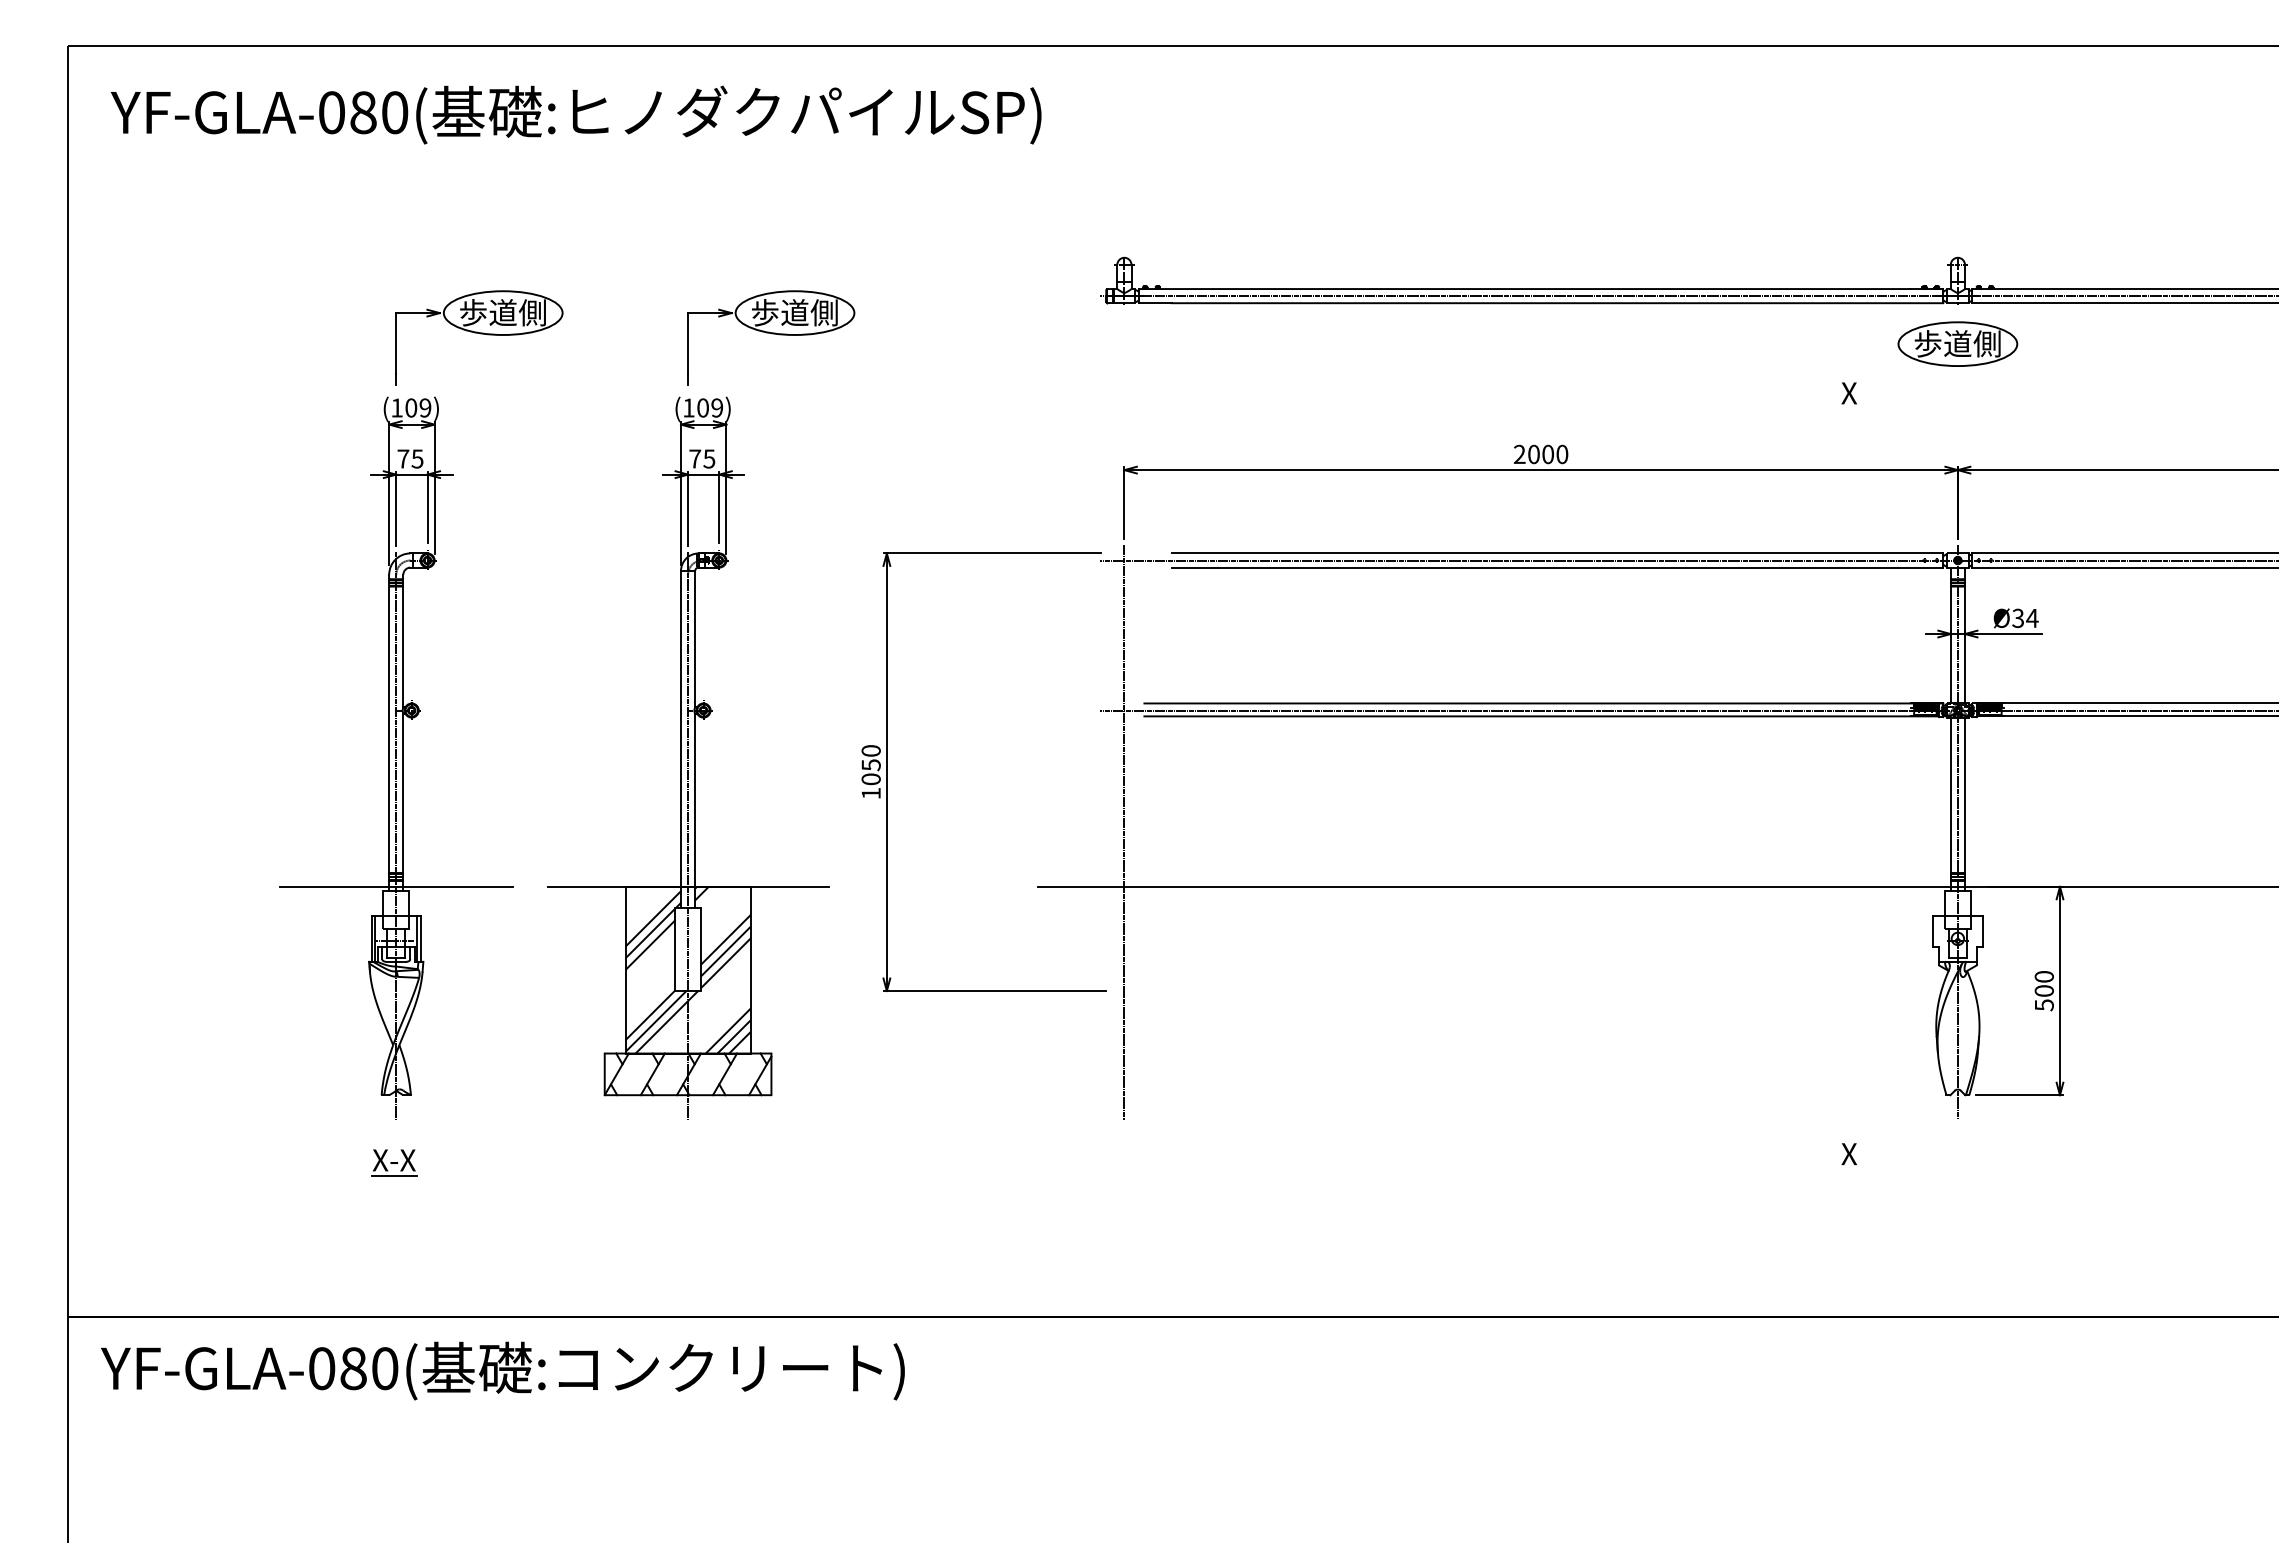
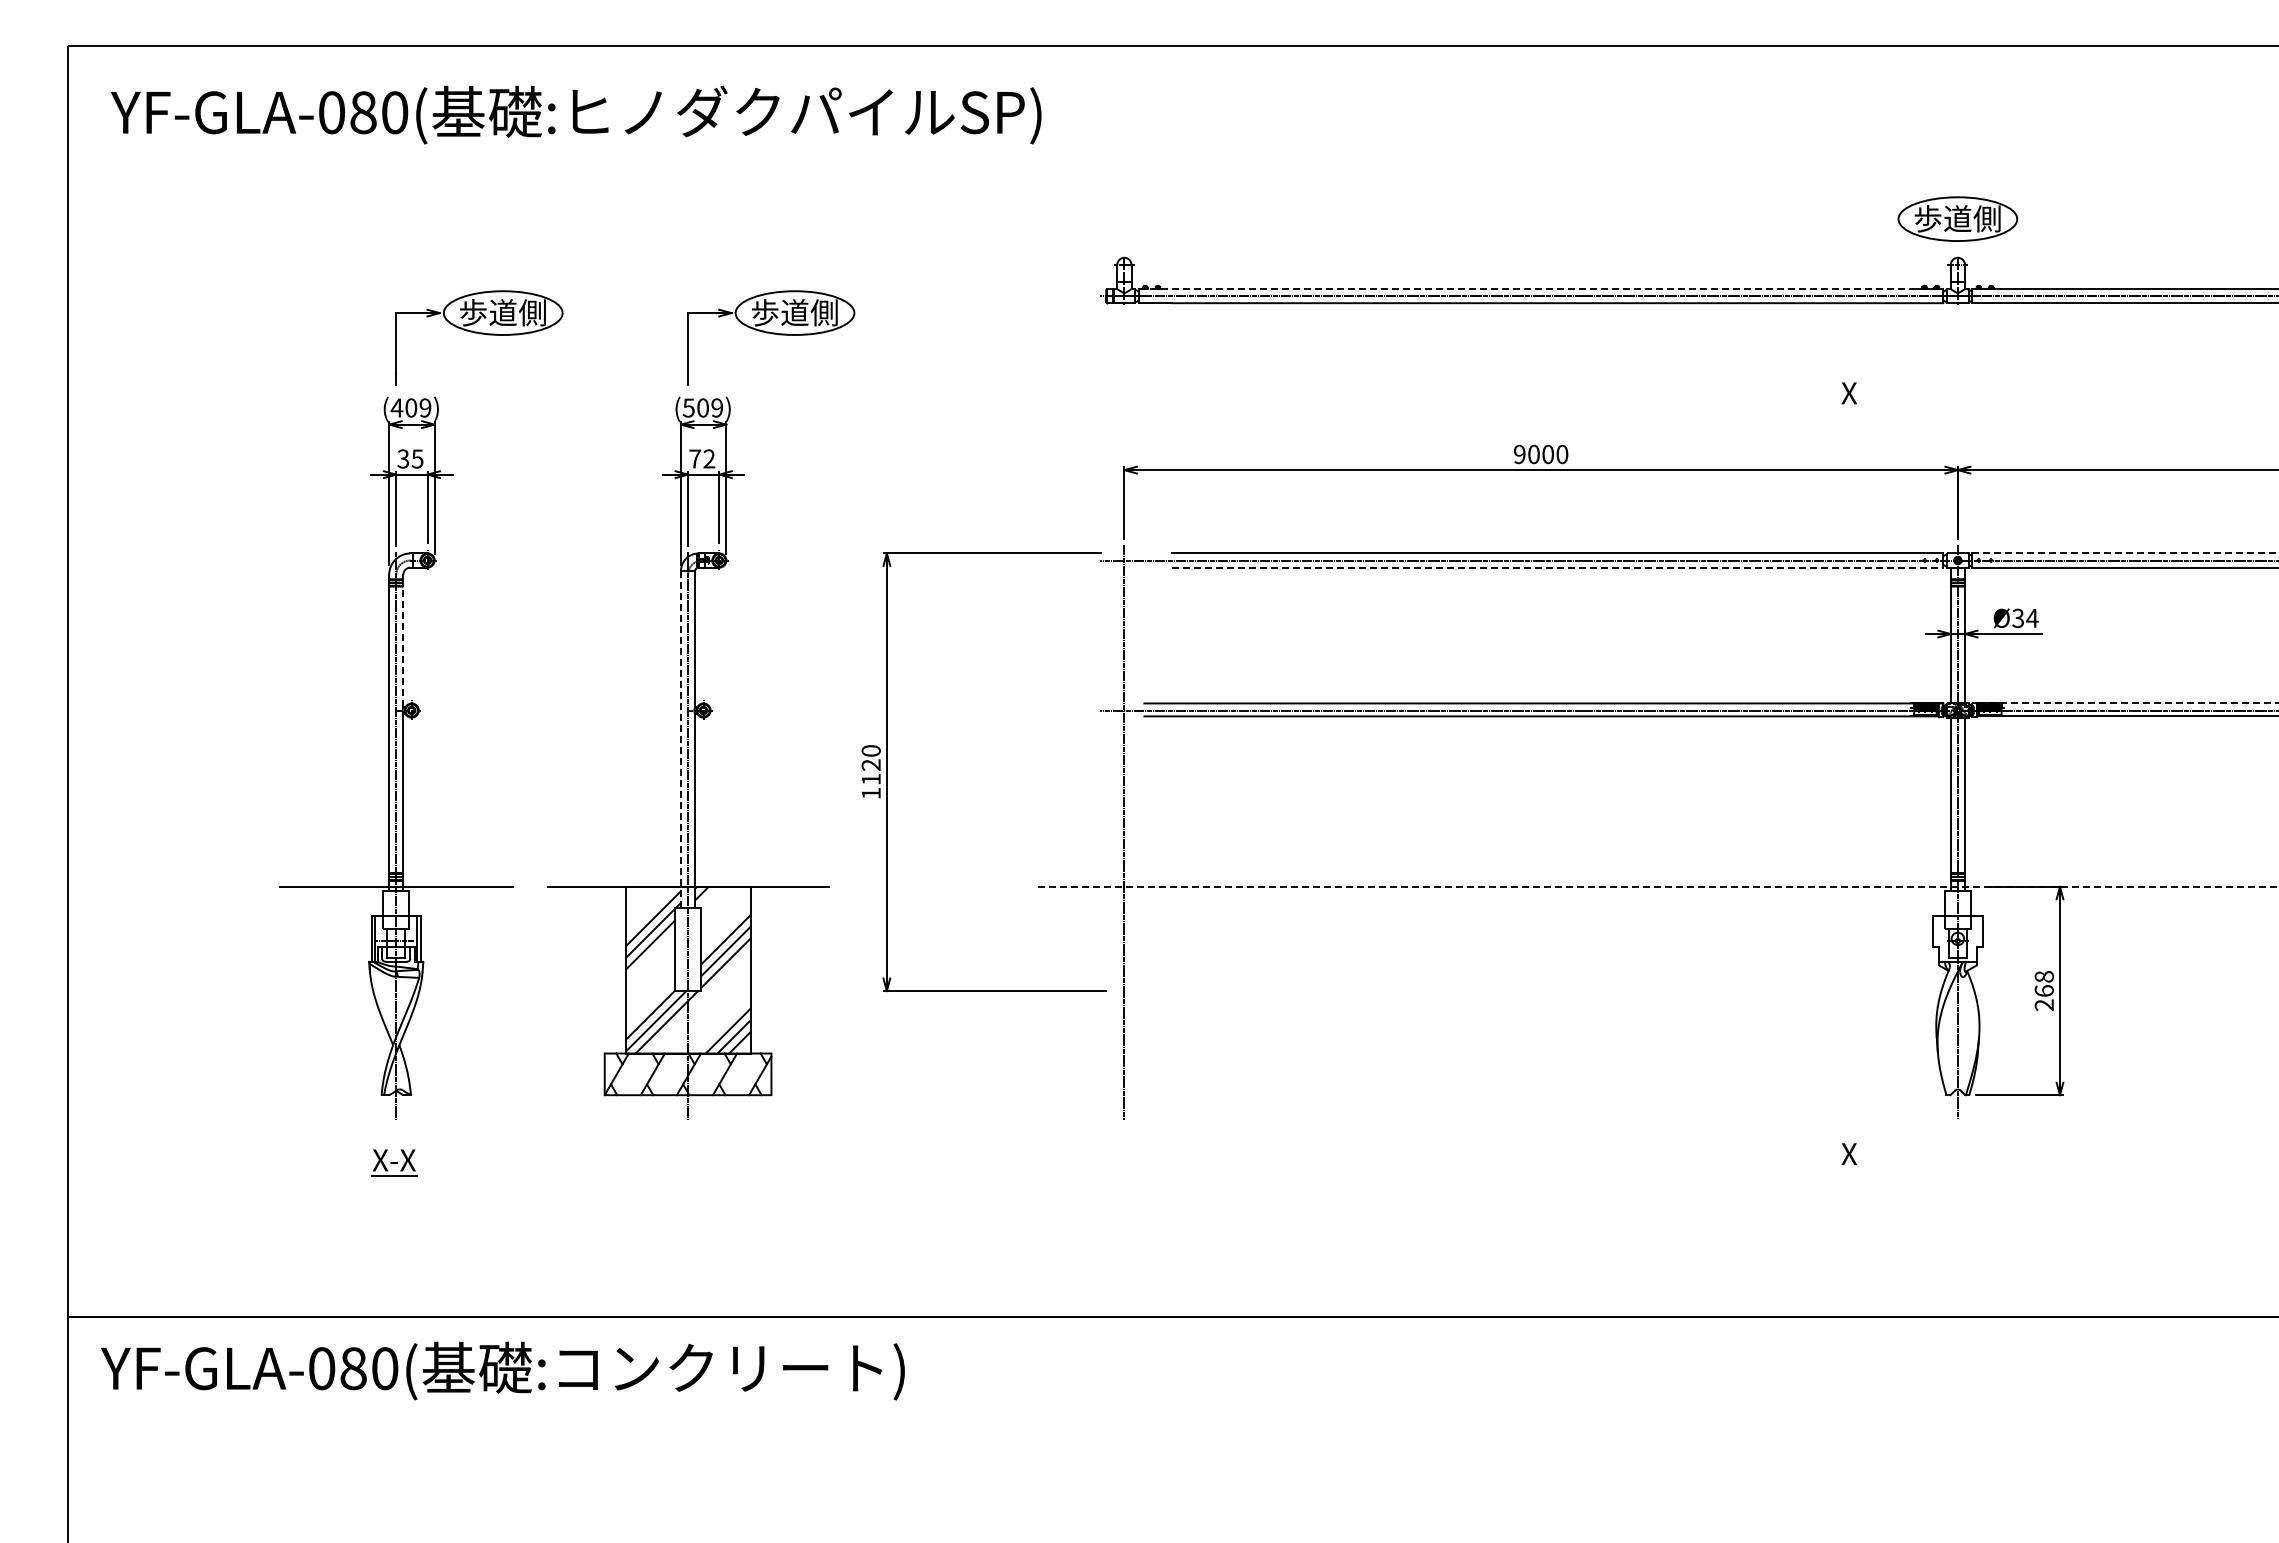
line at (1524, 289): solid -> dashed
part at (1957, 343) position: (1957, 343) -> (1957, 218)
text at (396, 407): (109) -> (409)
text at (688, 407): (109) -> (509)
text at (1519, 454): 2000 -> 9000
text at (403, 458): 75 -> 35
text at (709, 458): 75 -> 72
line at (2125, 553): solid -> dashed
line at (1557, 567): solid -> dashed
line at (403, 646): solid -> dashed
line at (2128, 703): solid -> dashed
line at (681, 738): solid -> dashed
text at (870, 772): 1050 -> 1120
line at (1657, 886): solid -> dashed
text at (2043, 991): 500 -> 268
